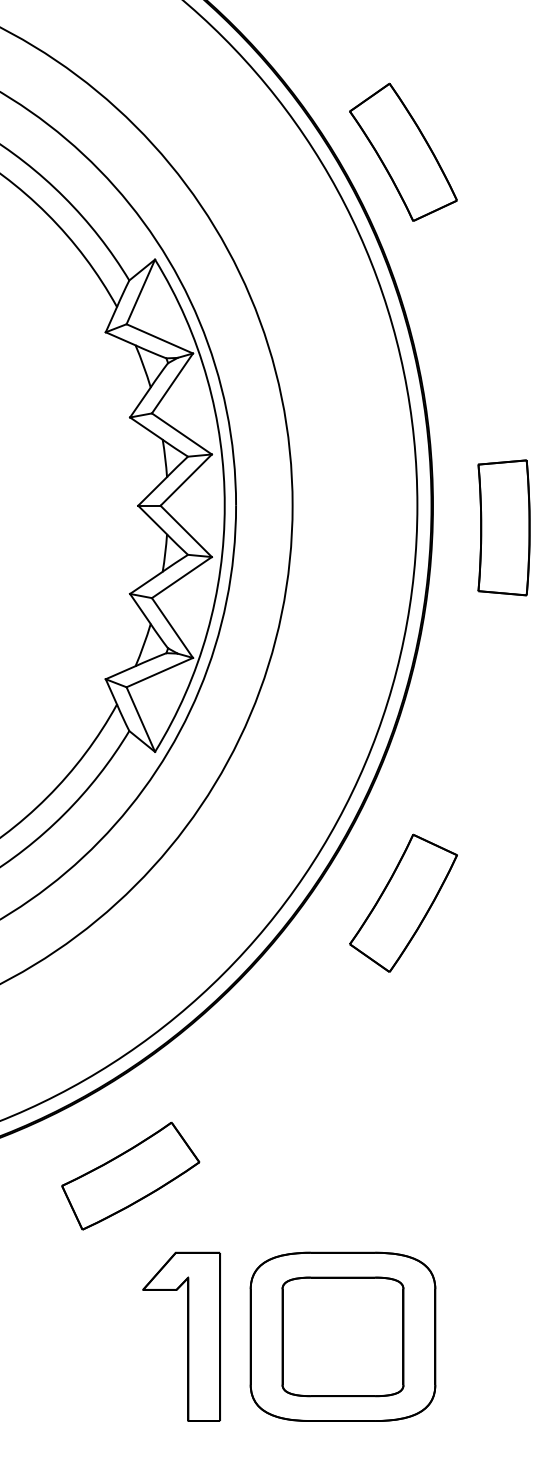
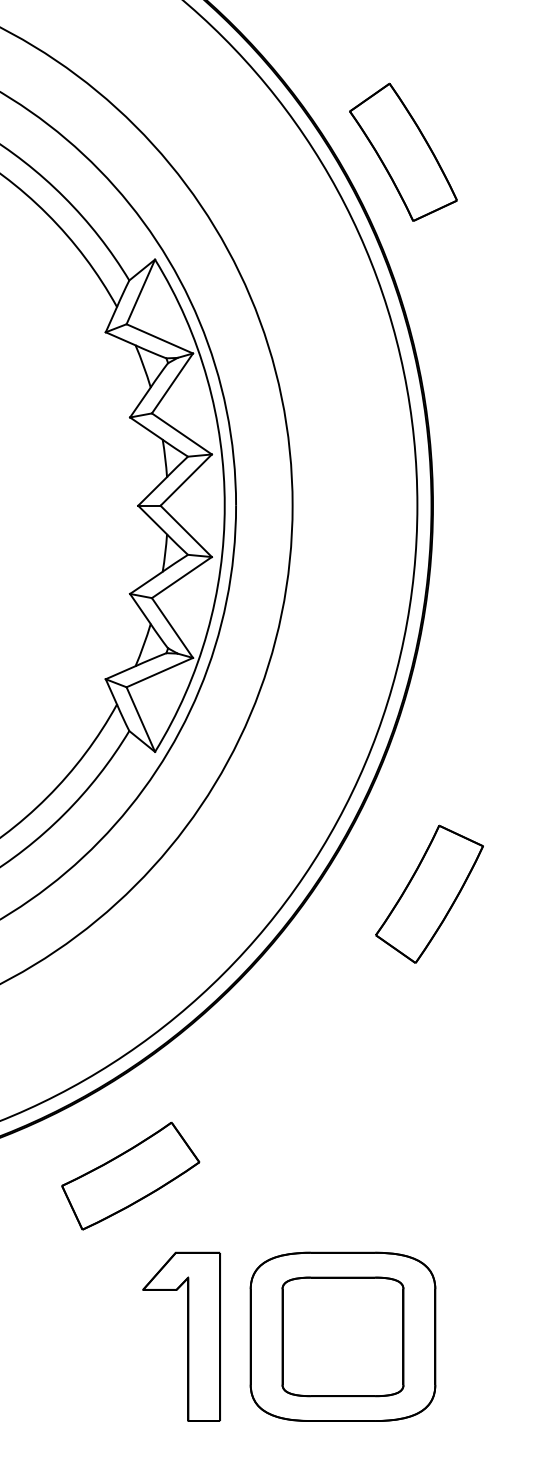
part at (503, 527): present -> none
part at (403, 902) position: (403, 902) -> (429, 893)
